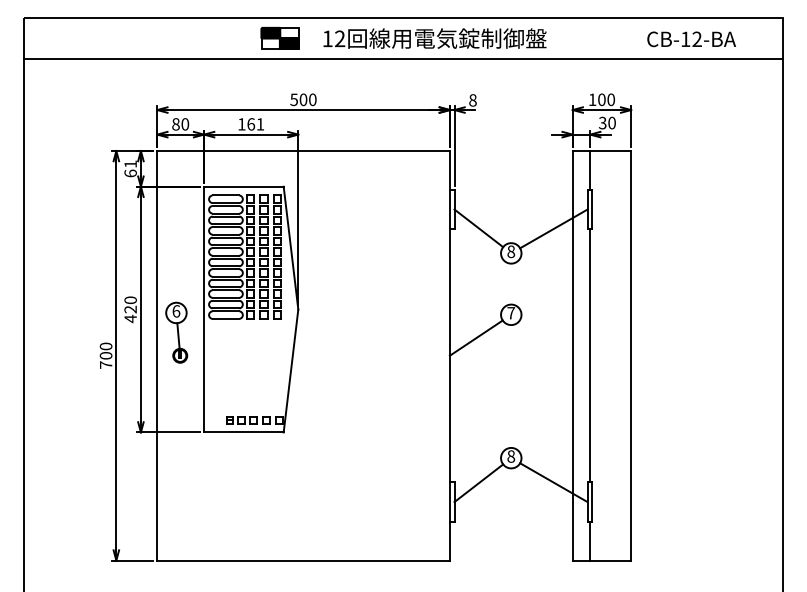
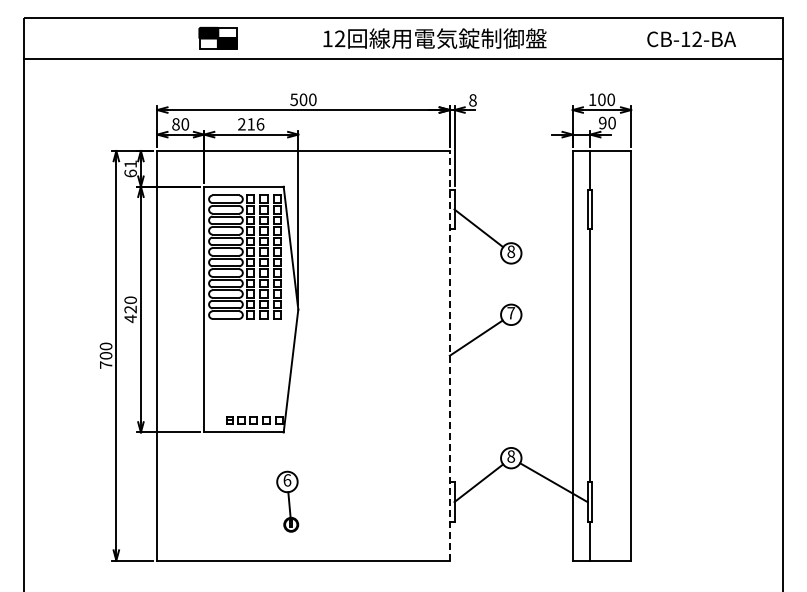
part at (279, 37) position: (279, 37) -> (217, 37)
text at (602, 123): 30 -> 90
text at (251, 124): 161 -> 216
line at (553, 228): present -> none
part at (176, 332) position: (176, 332) -> (287, 501)
line at (449, 355): solid -> dashed
